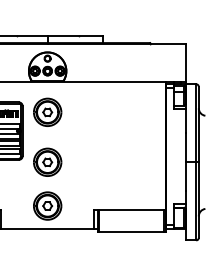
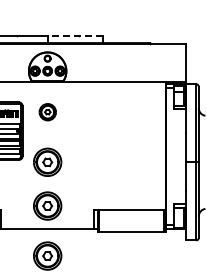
line at (75, 35): solid -> dashed
part at (47, 111) size: 30x30 px -> 19x19 px
part at (47, 255): none -> present
